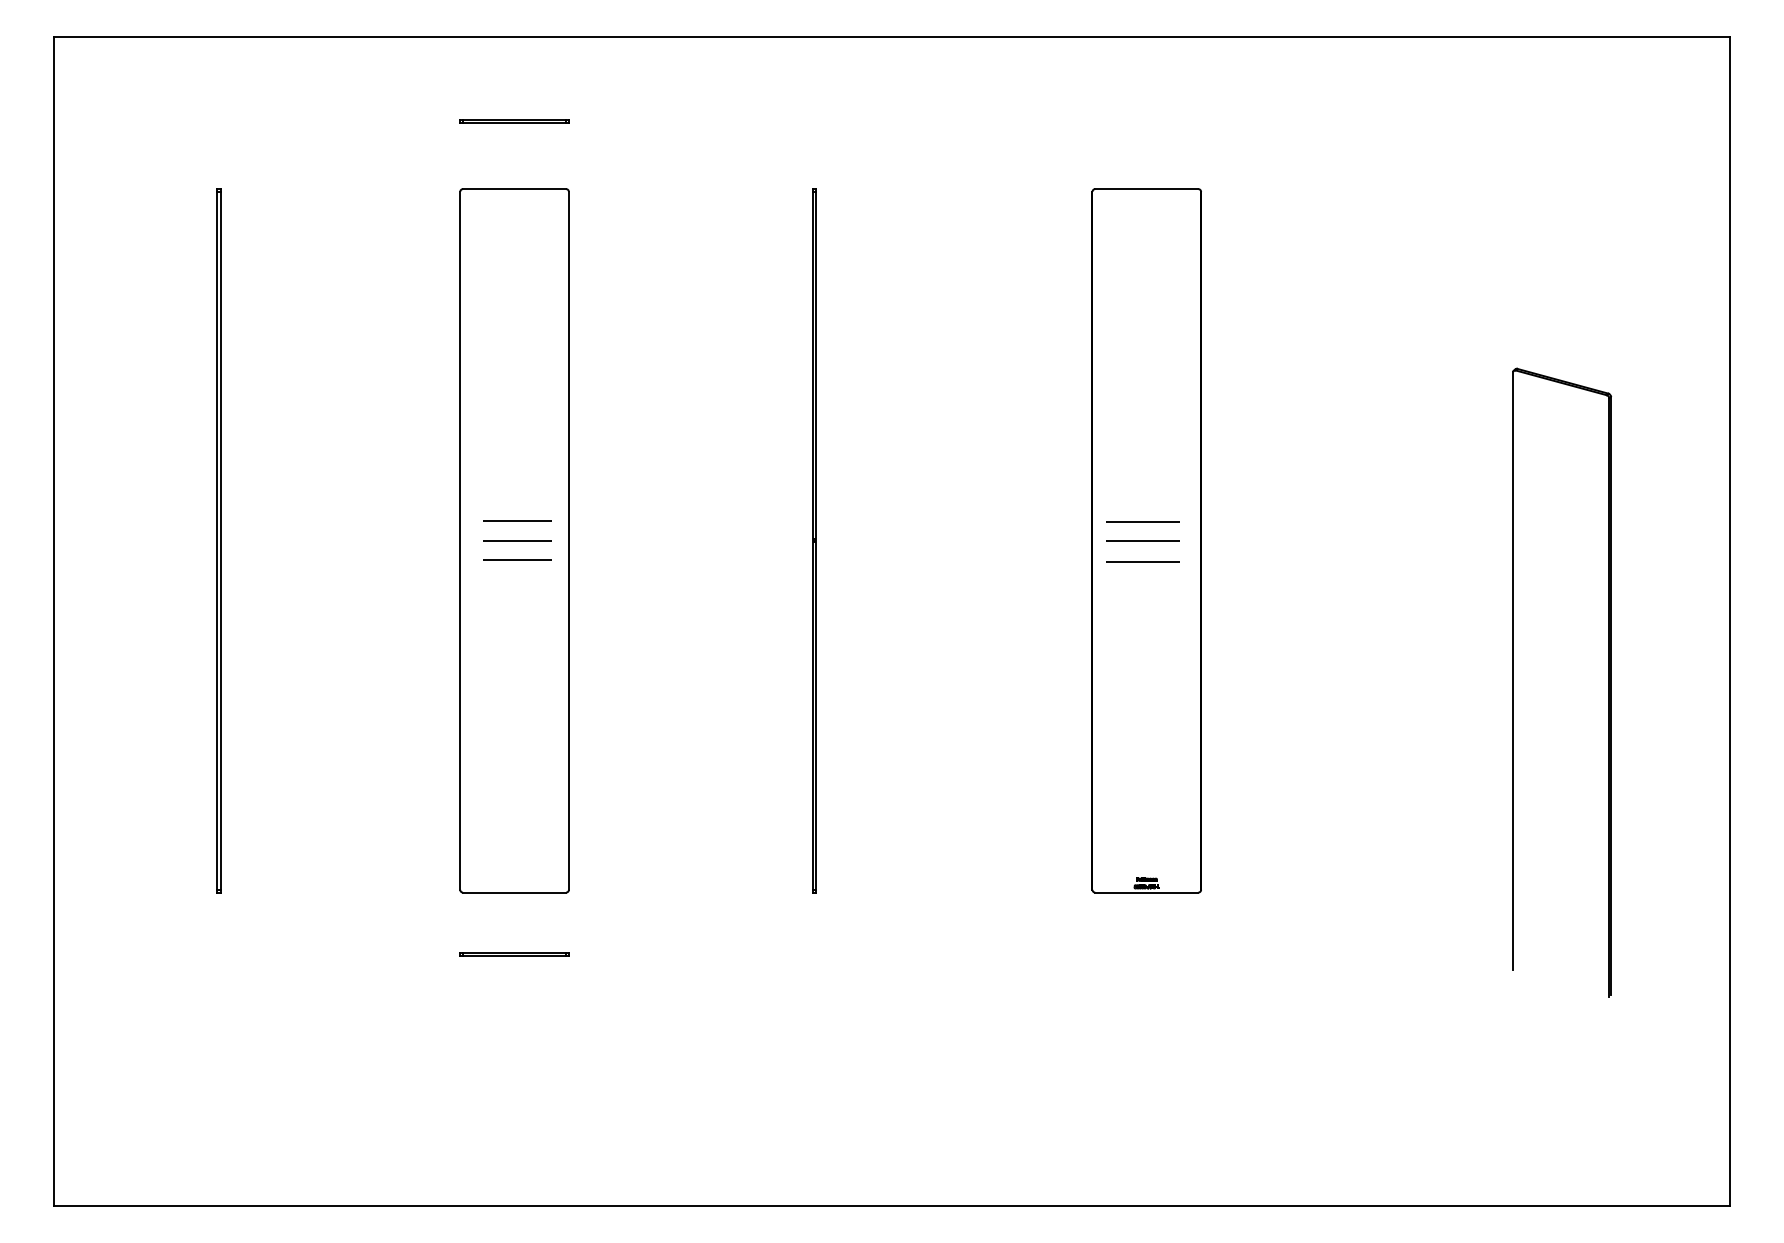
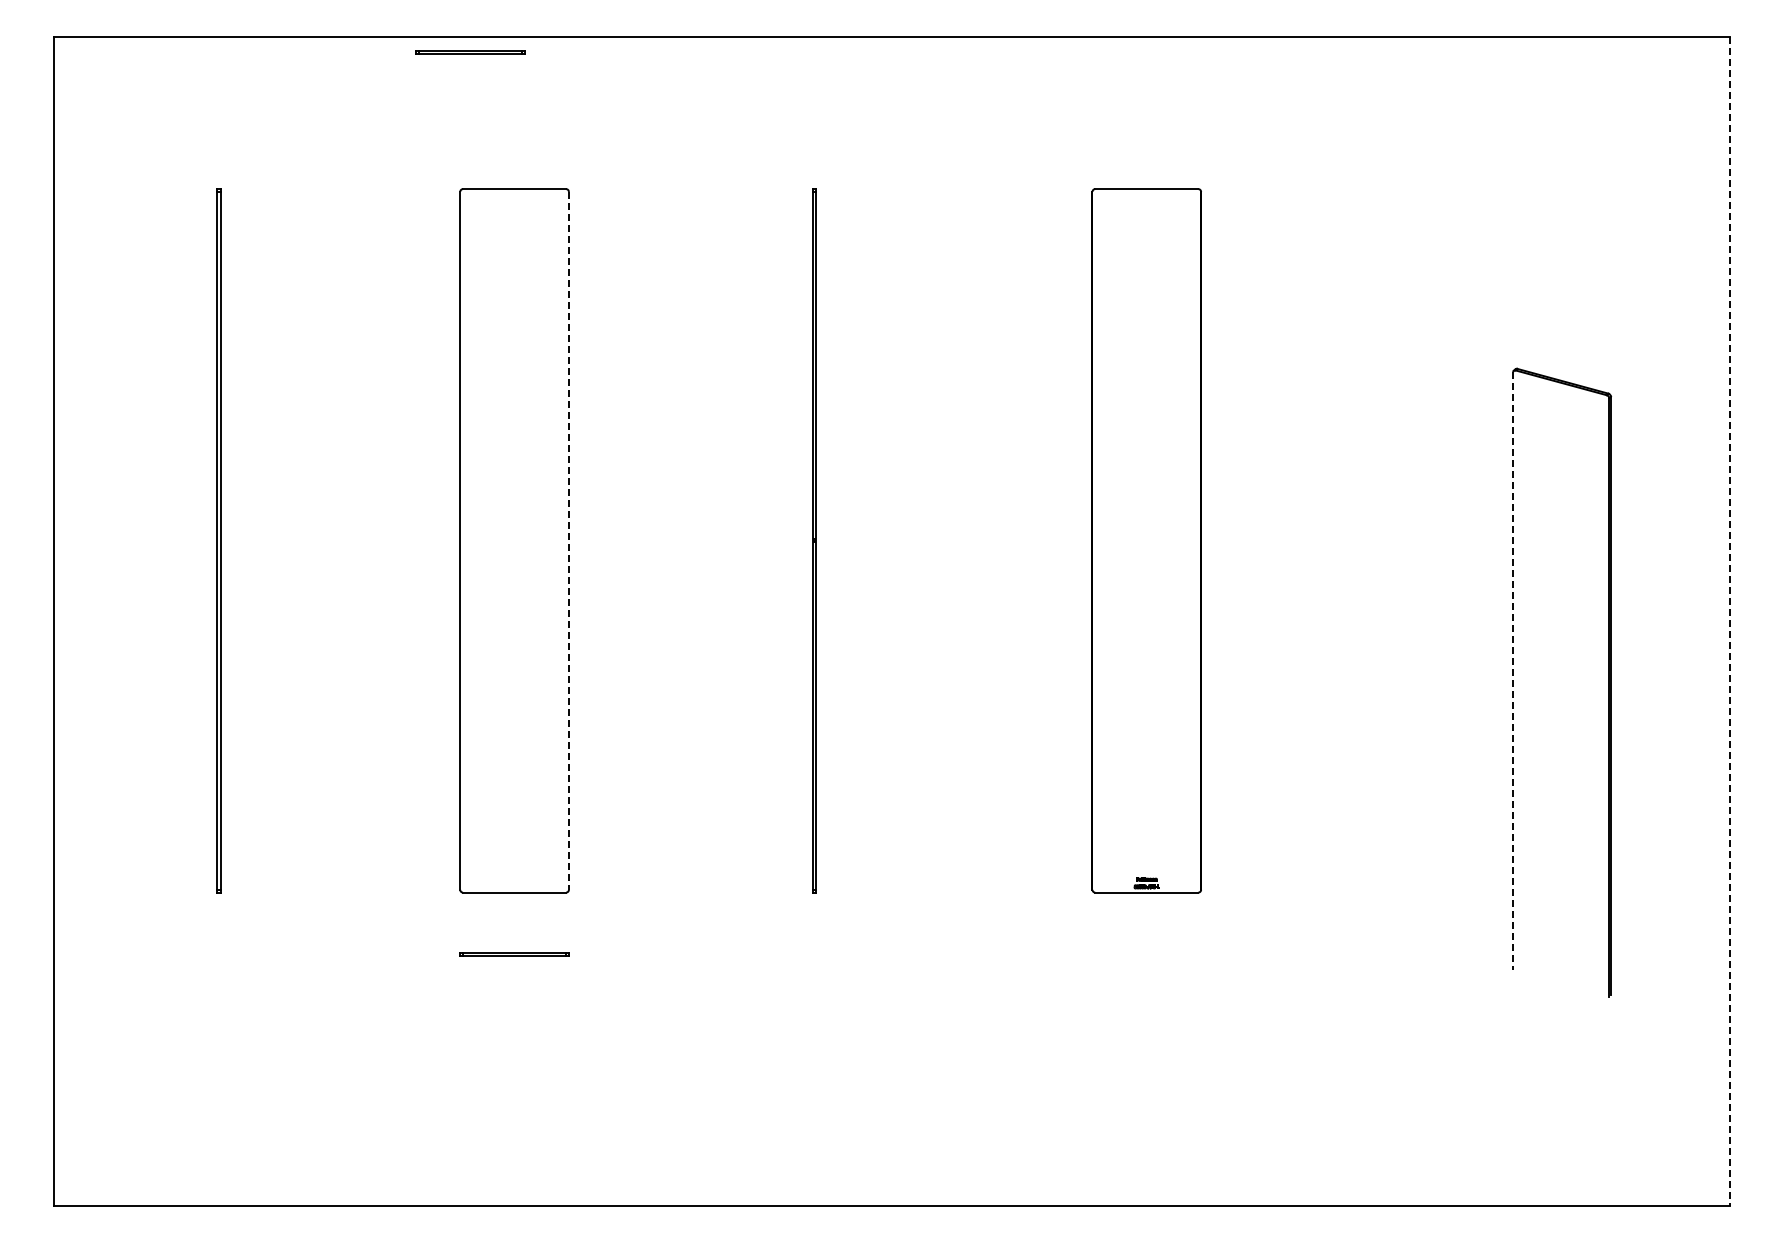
line at (514, 120) position: (514, 120) -> (470, 51)
line at (516, 521): present -> none
line at (1146, 521): present -> none
line at (516, 540): present -> none
line at (568, 540): solid -> dashed
line at (1146, 540): present -> none
line at (516, 560): present -> none
line at (1146, 561): present -> none
line at (1730, 621): solid -> dashed
line at (1513, 671): solid -> dashed
